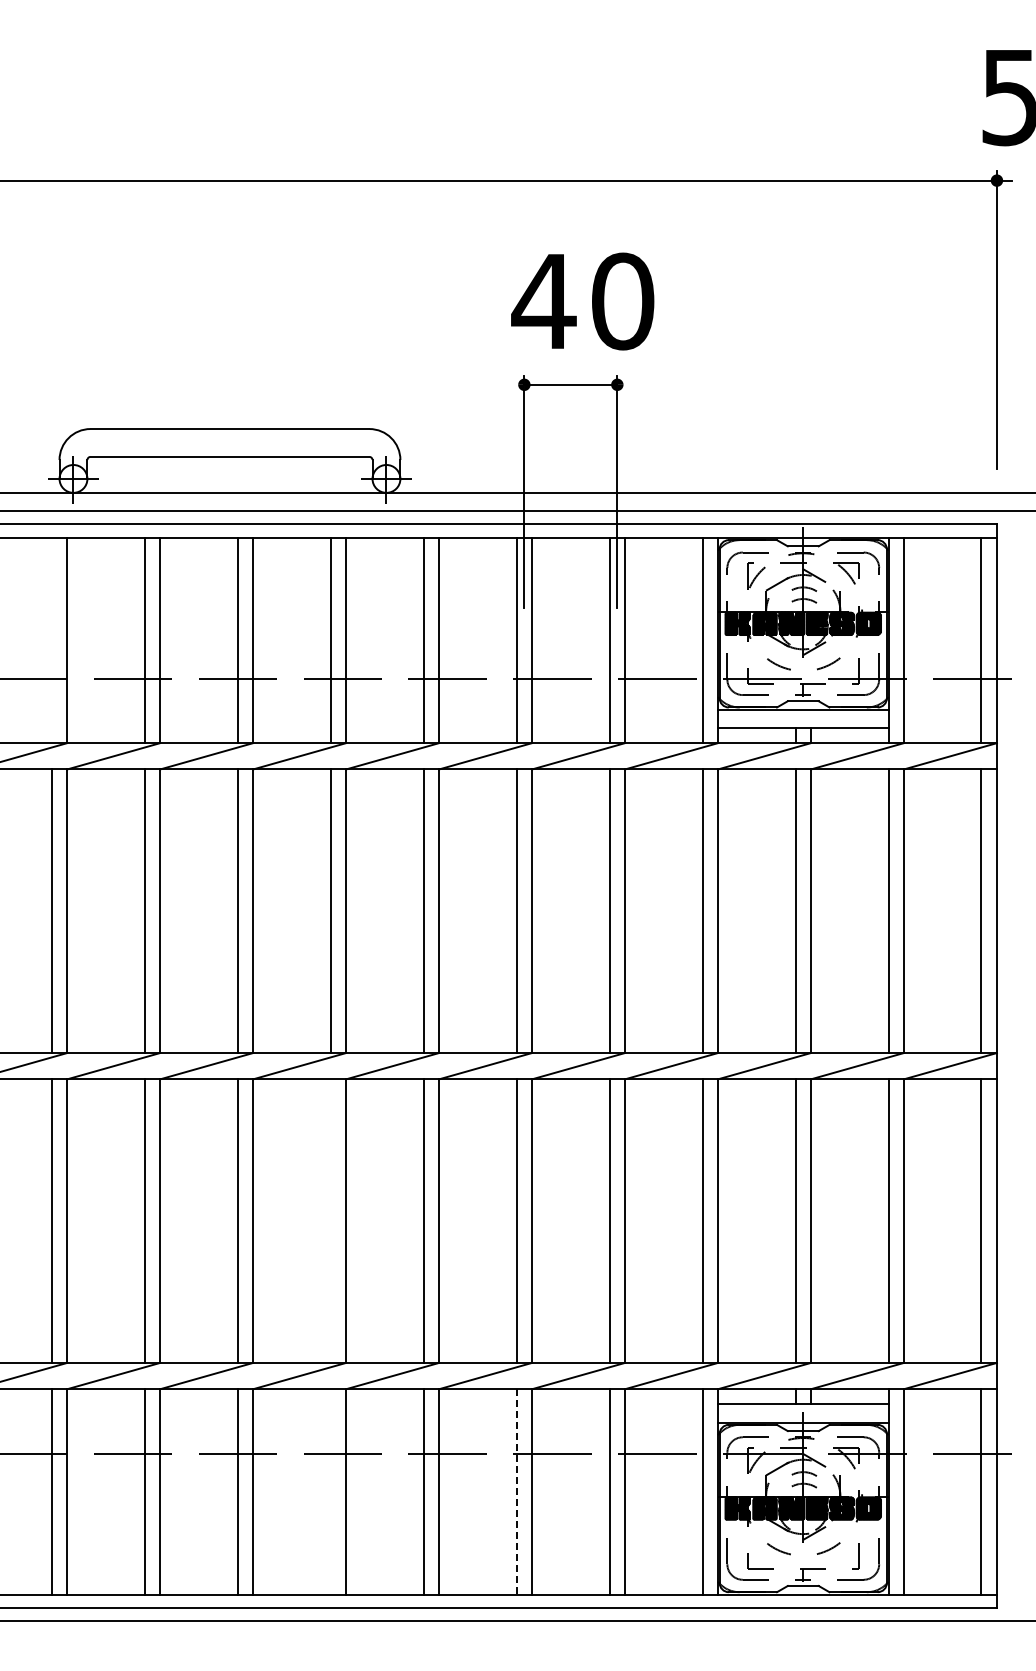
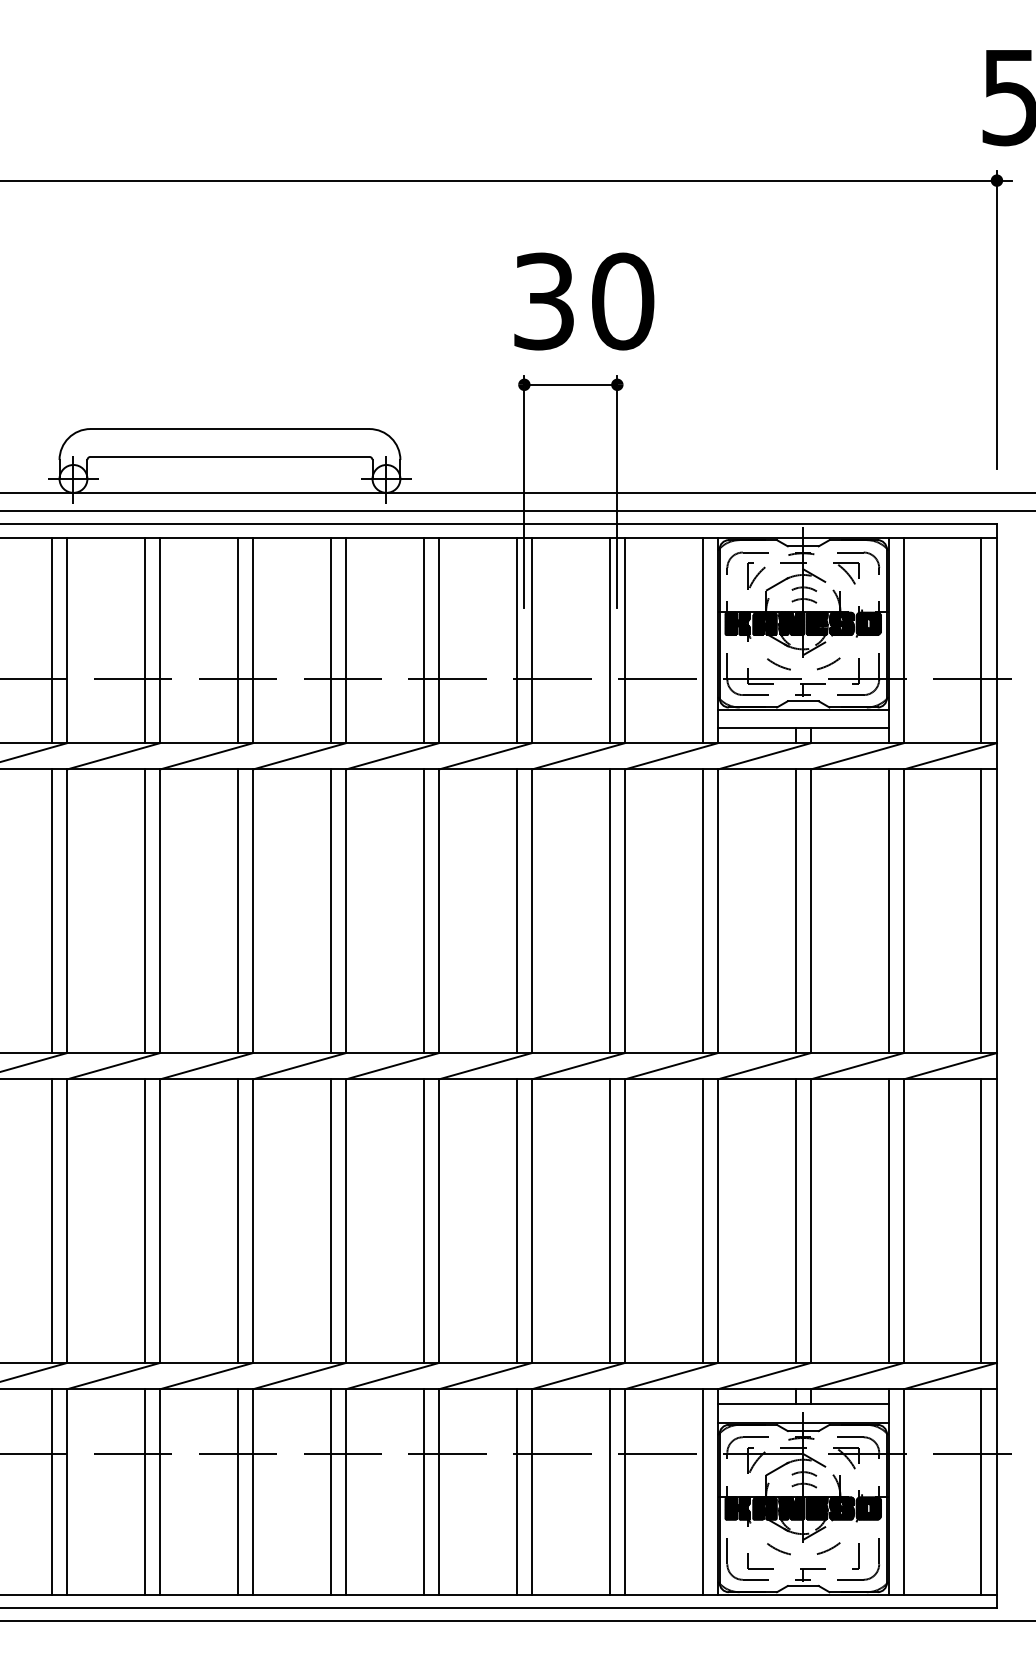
text at (543, 301): 40 -> 30
line at (51, 640): none -> present
line at (330, 1220): none -> present
line at (330, 1491): none -> present
line at (516, 1491): dashed -> solid
